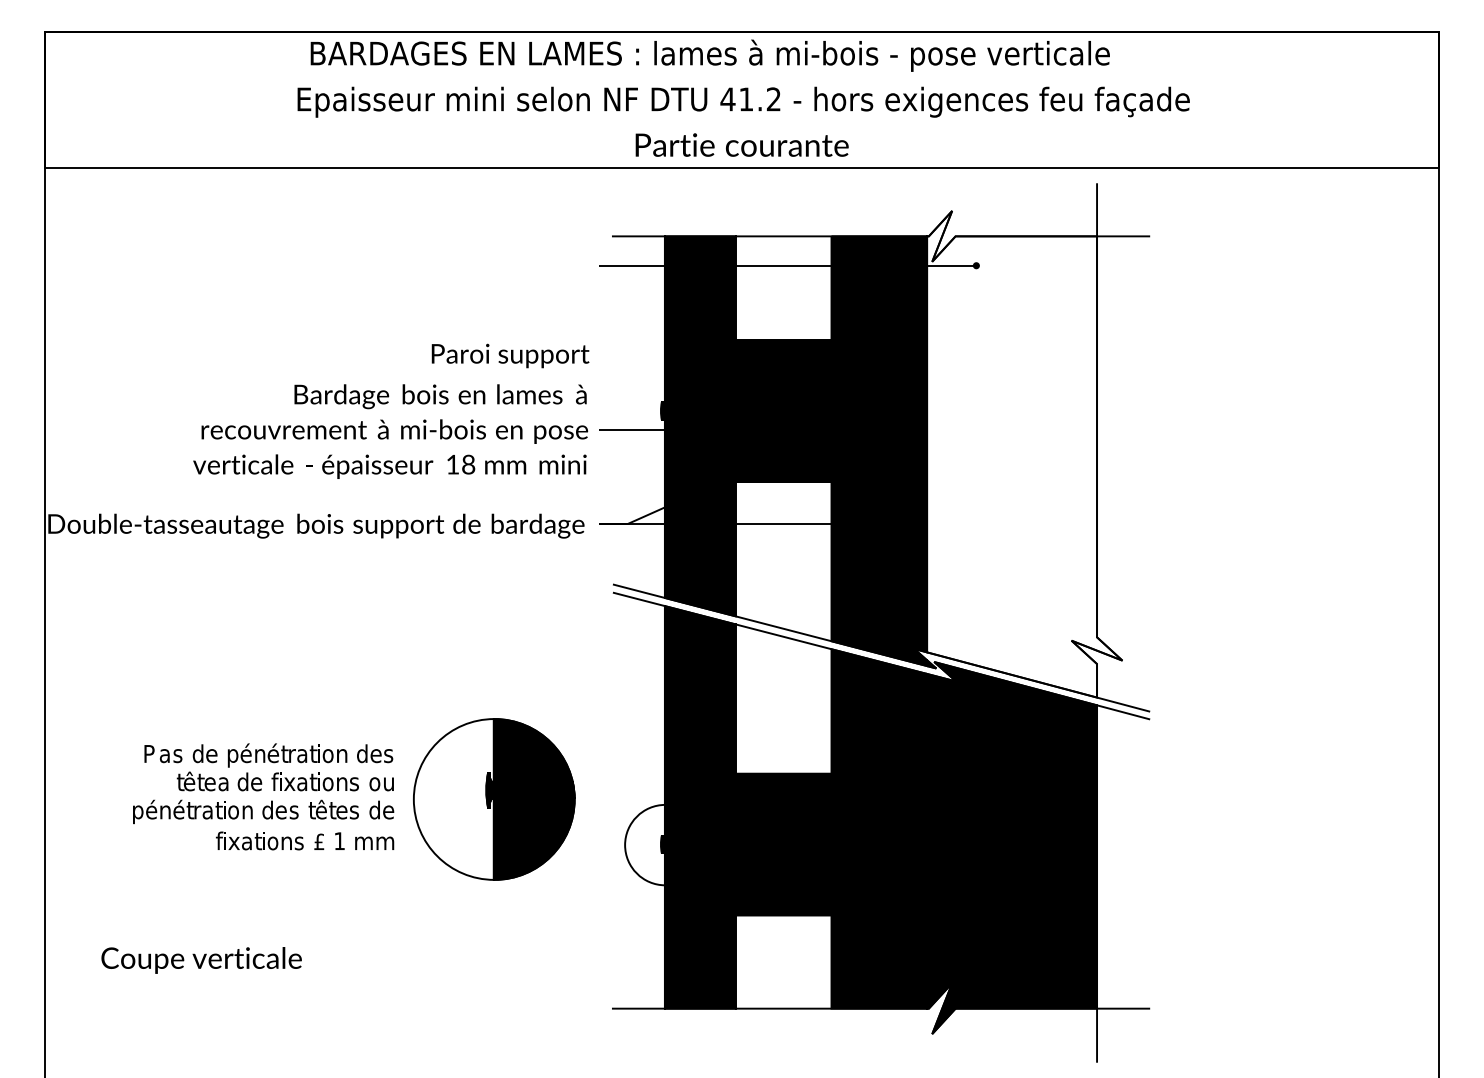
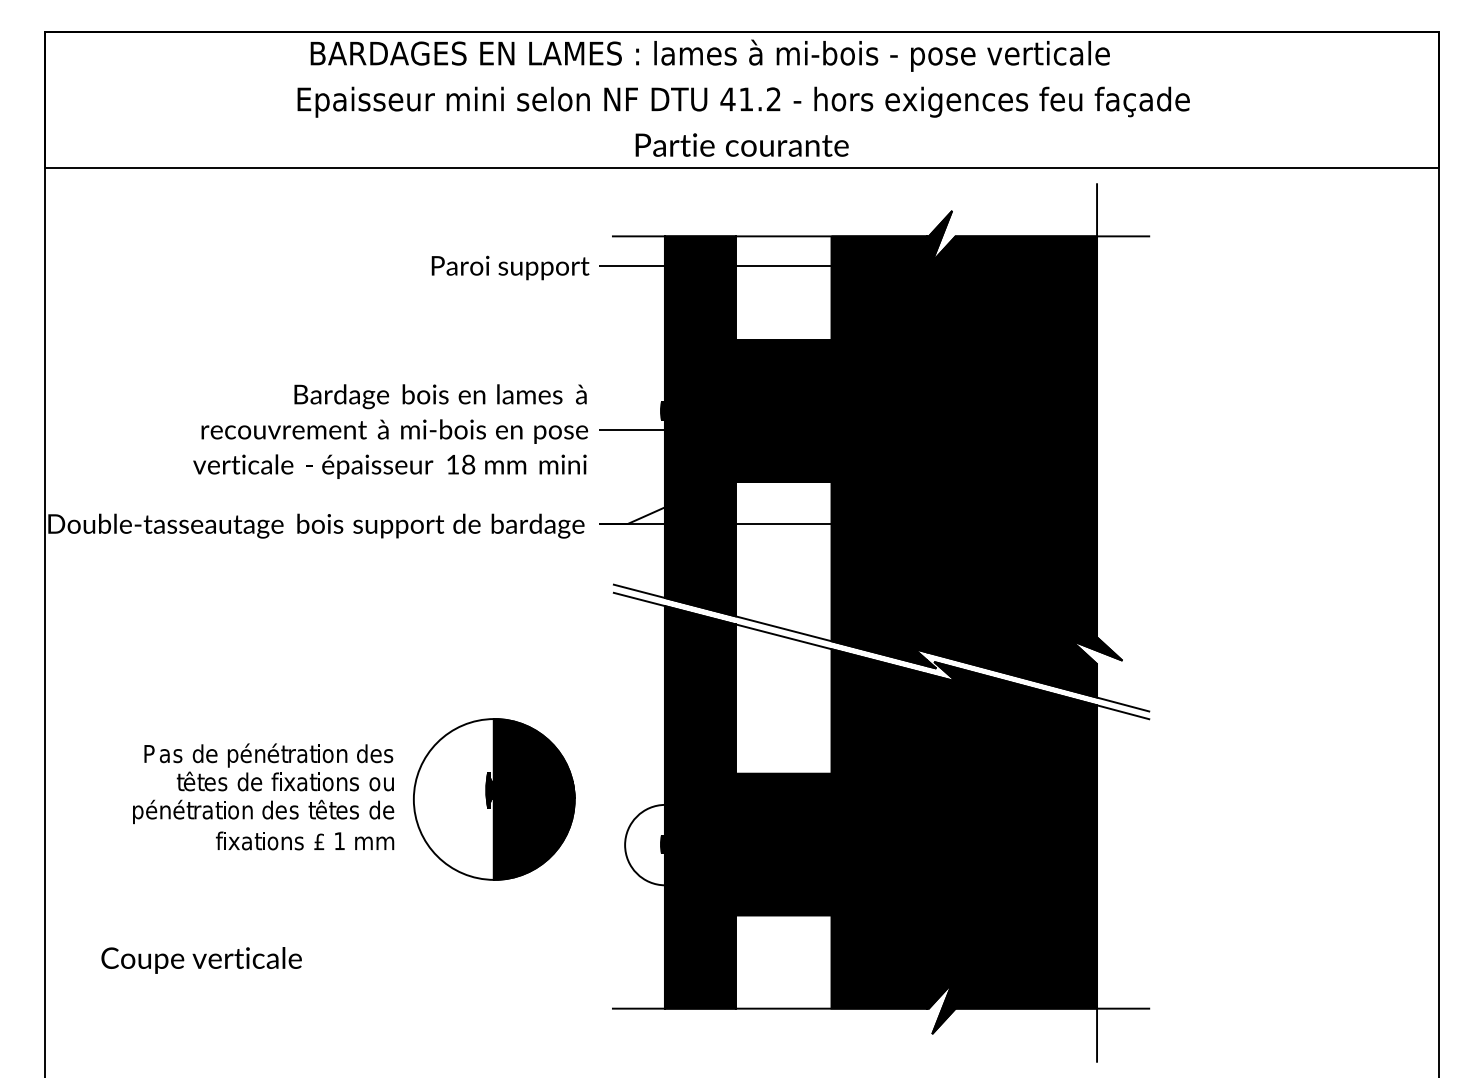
text at (510, 355) position: (510, 355) -> (510, 267)
fill at (1024, 453): none -> present
text at (223, 784): a -> s
